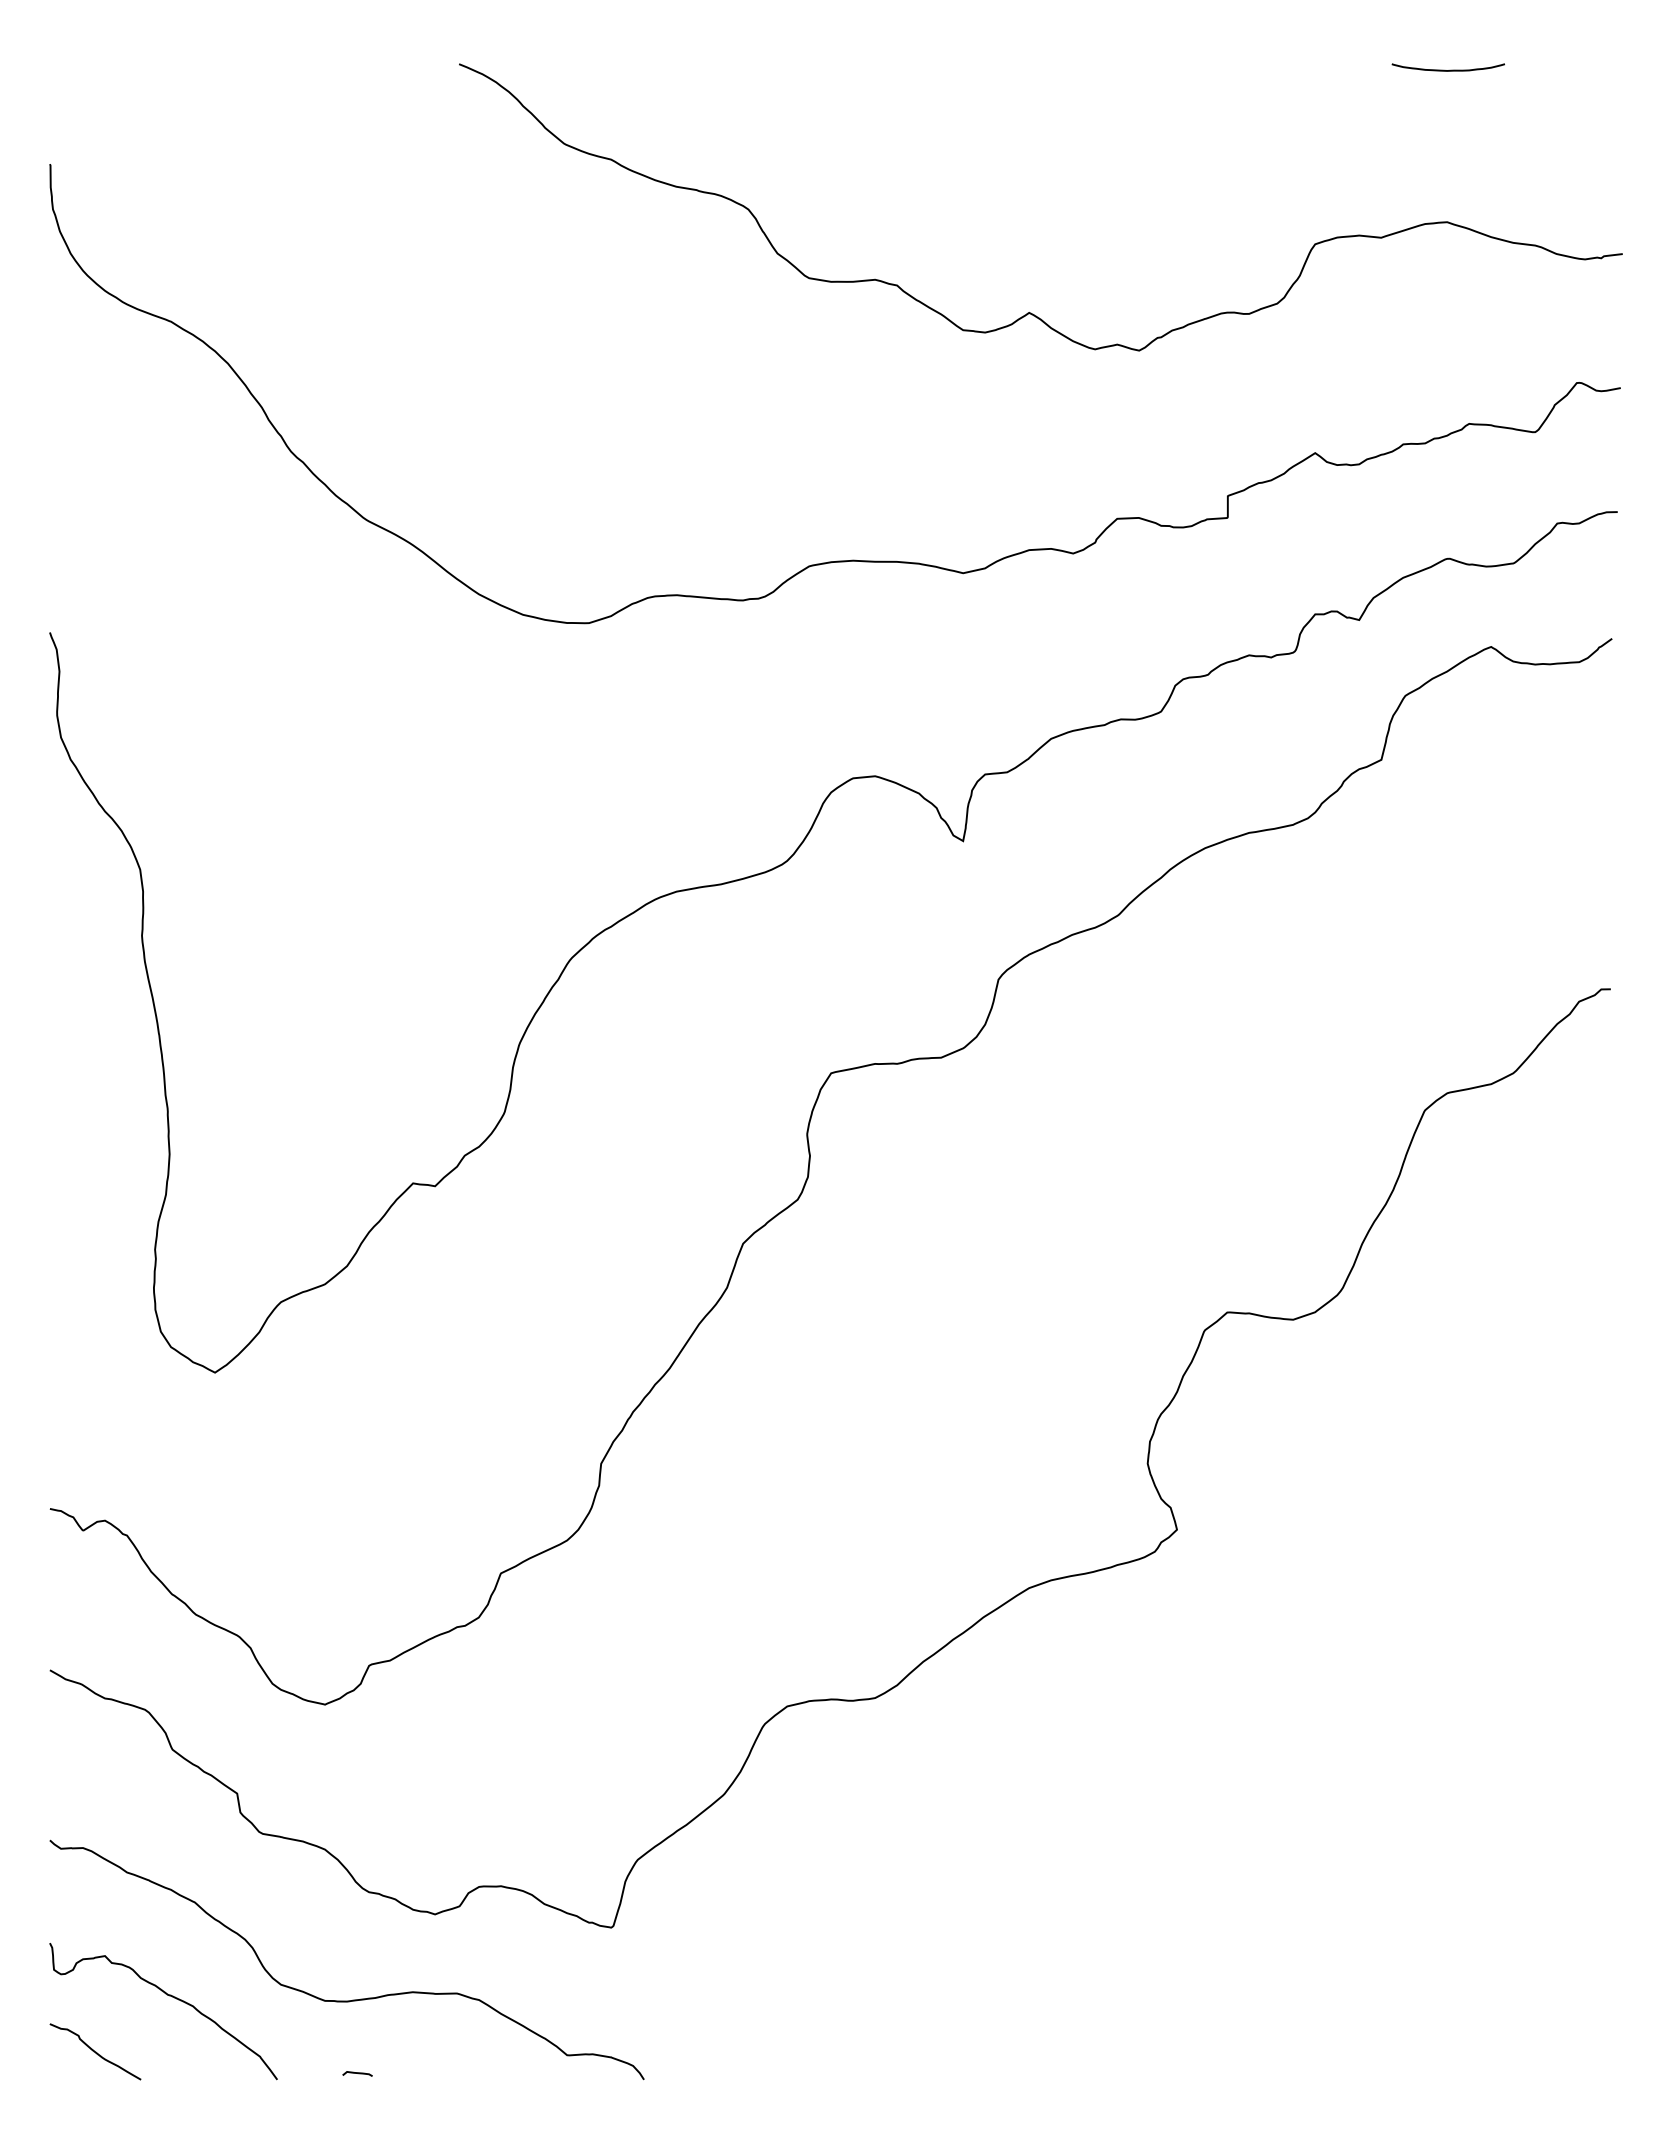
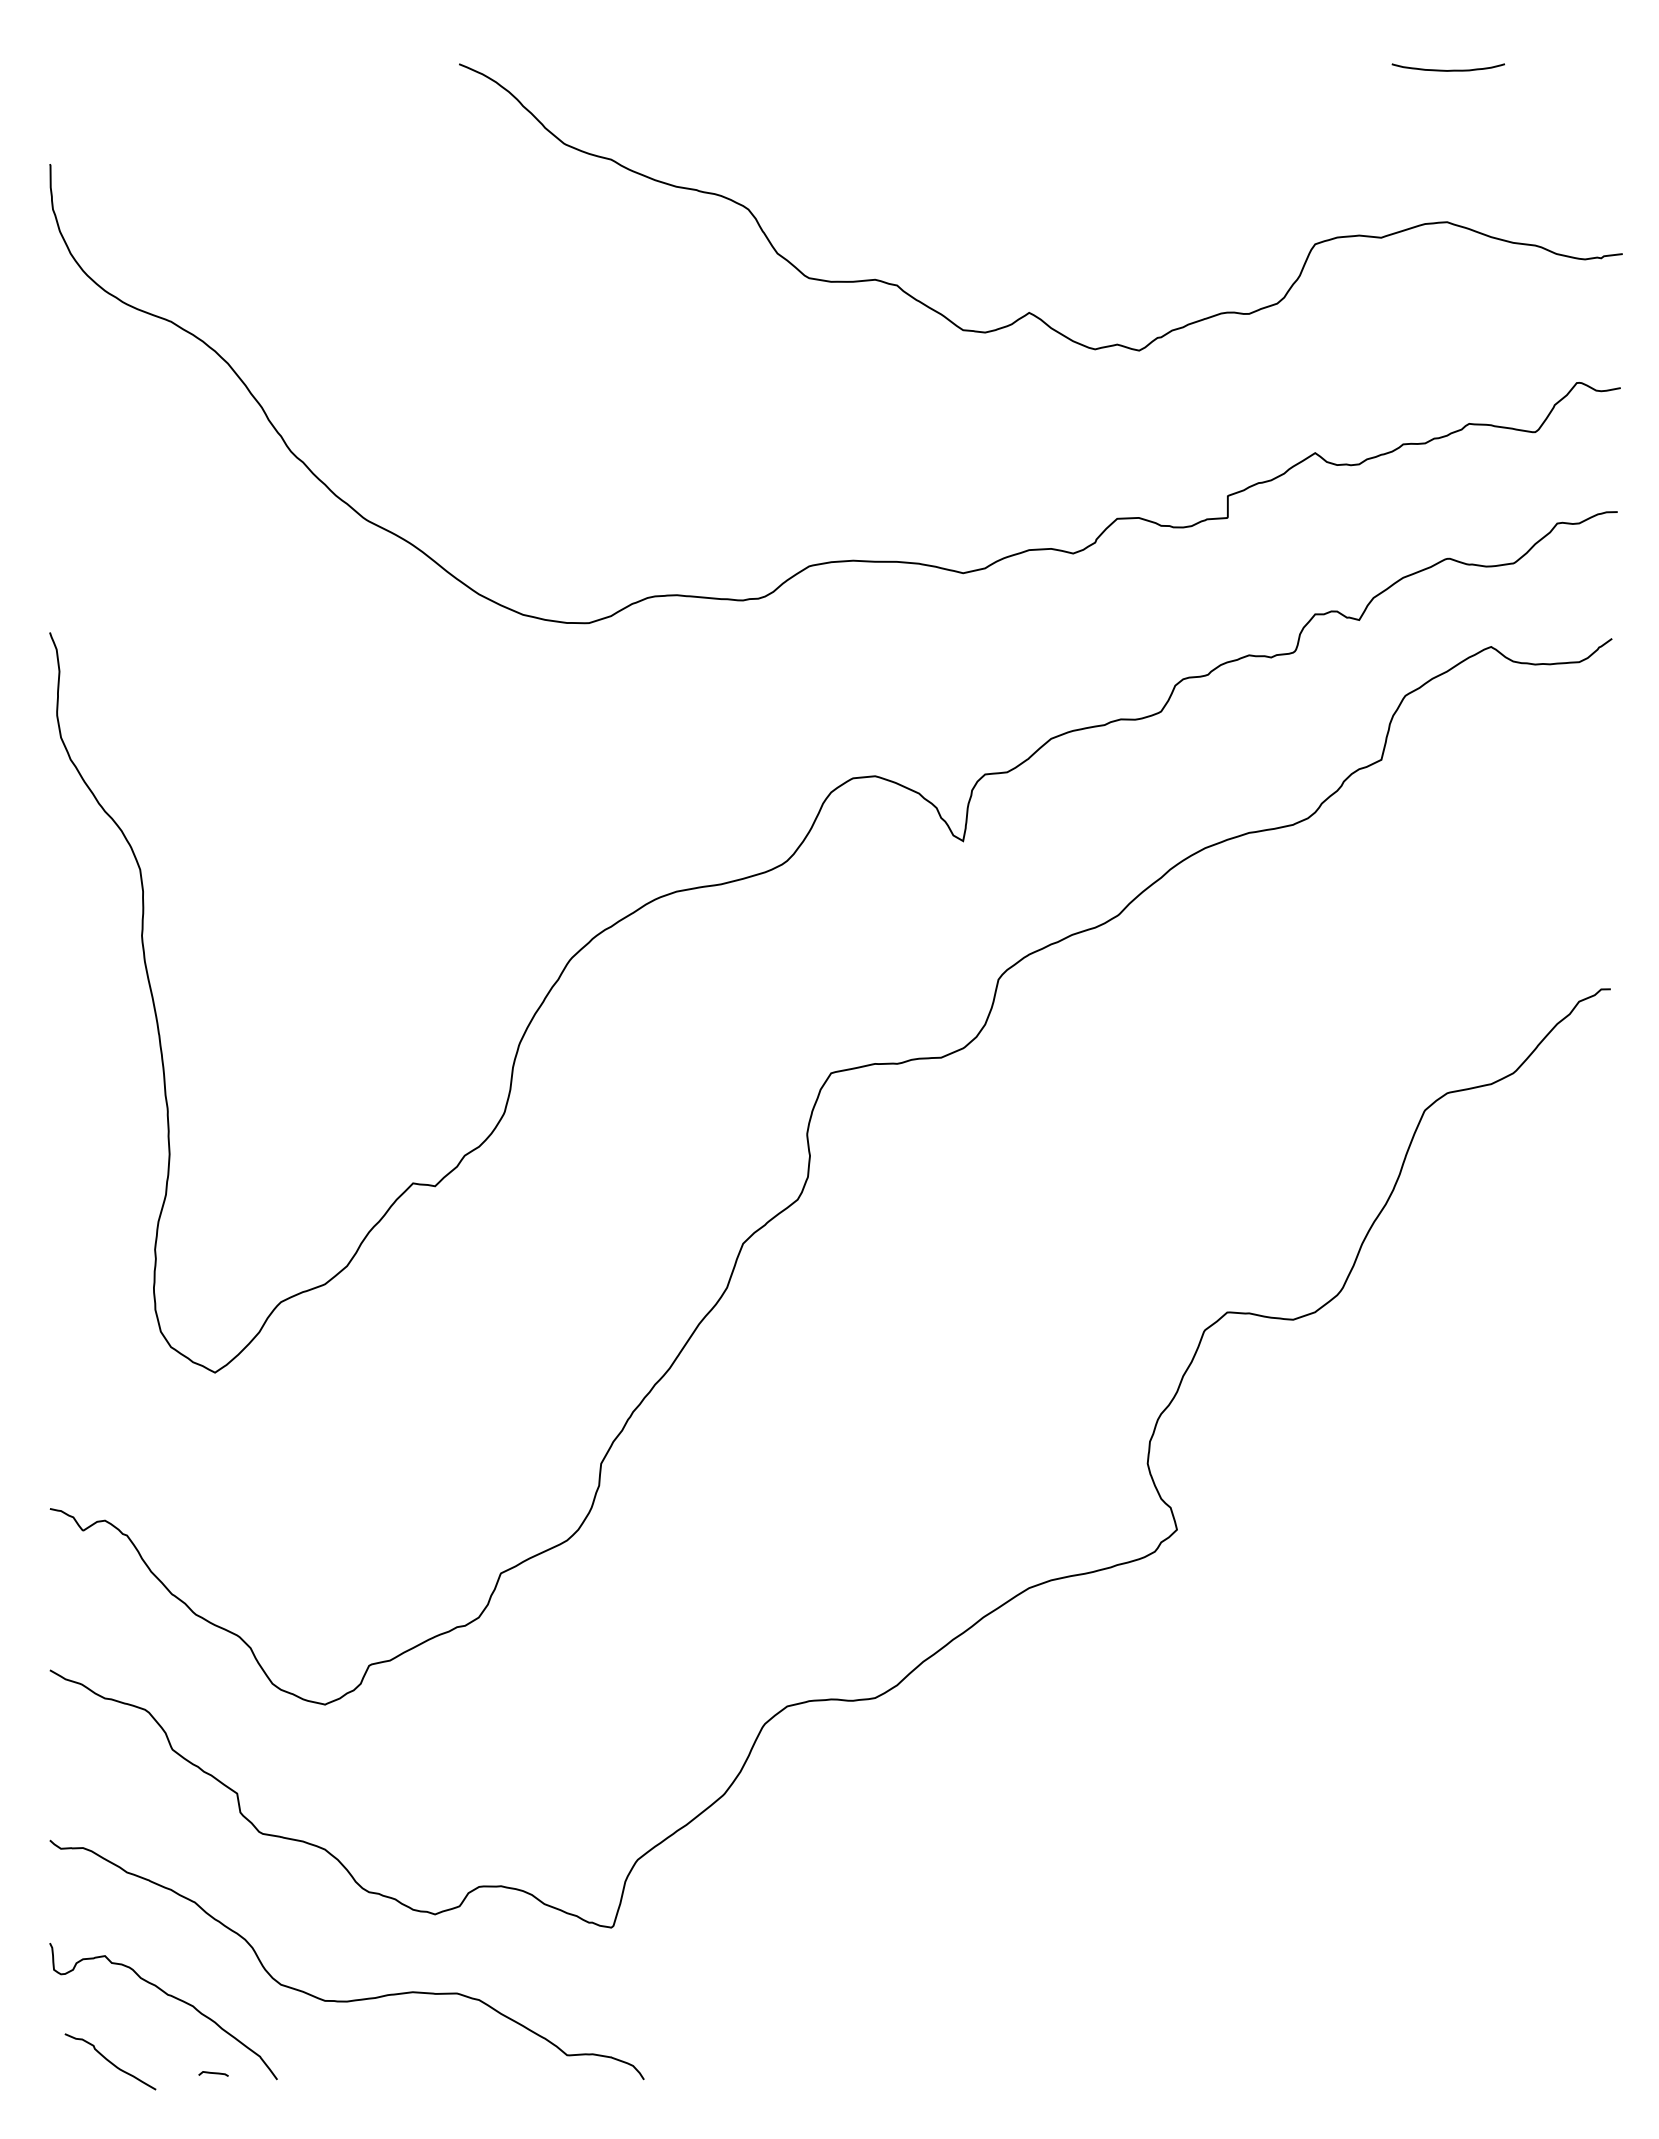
curve at (95, 2051) position: (95, 2051) -> (110, 2061)
curve at (357, 2073) position: (357, 2073) -> (213, 2073)
